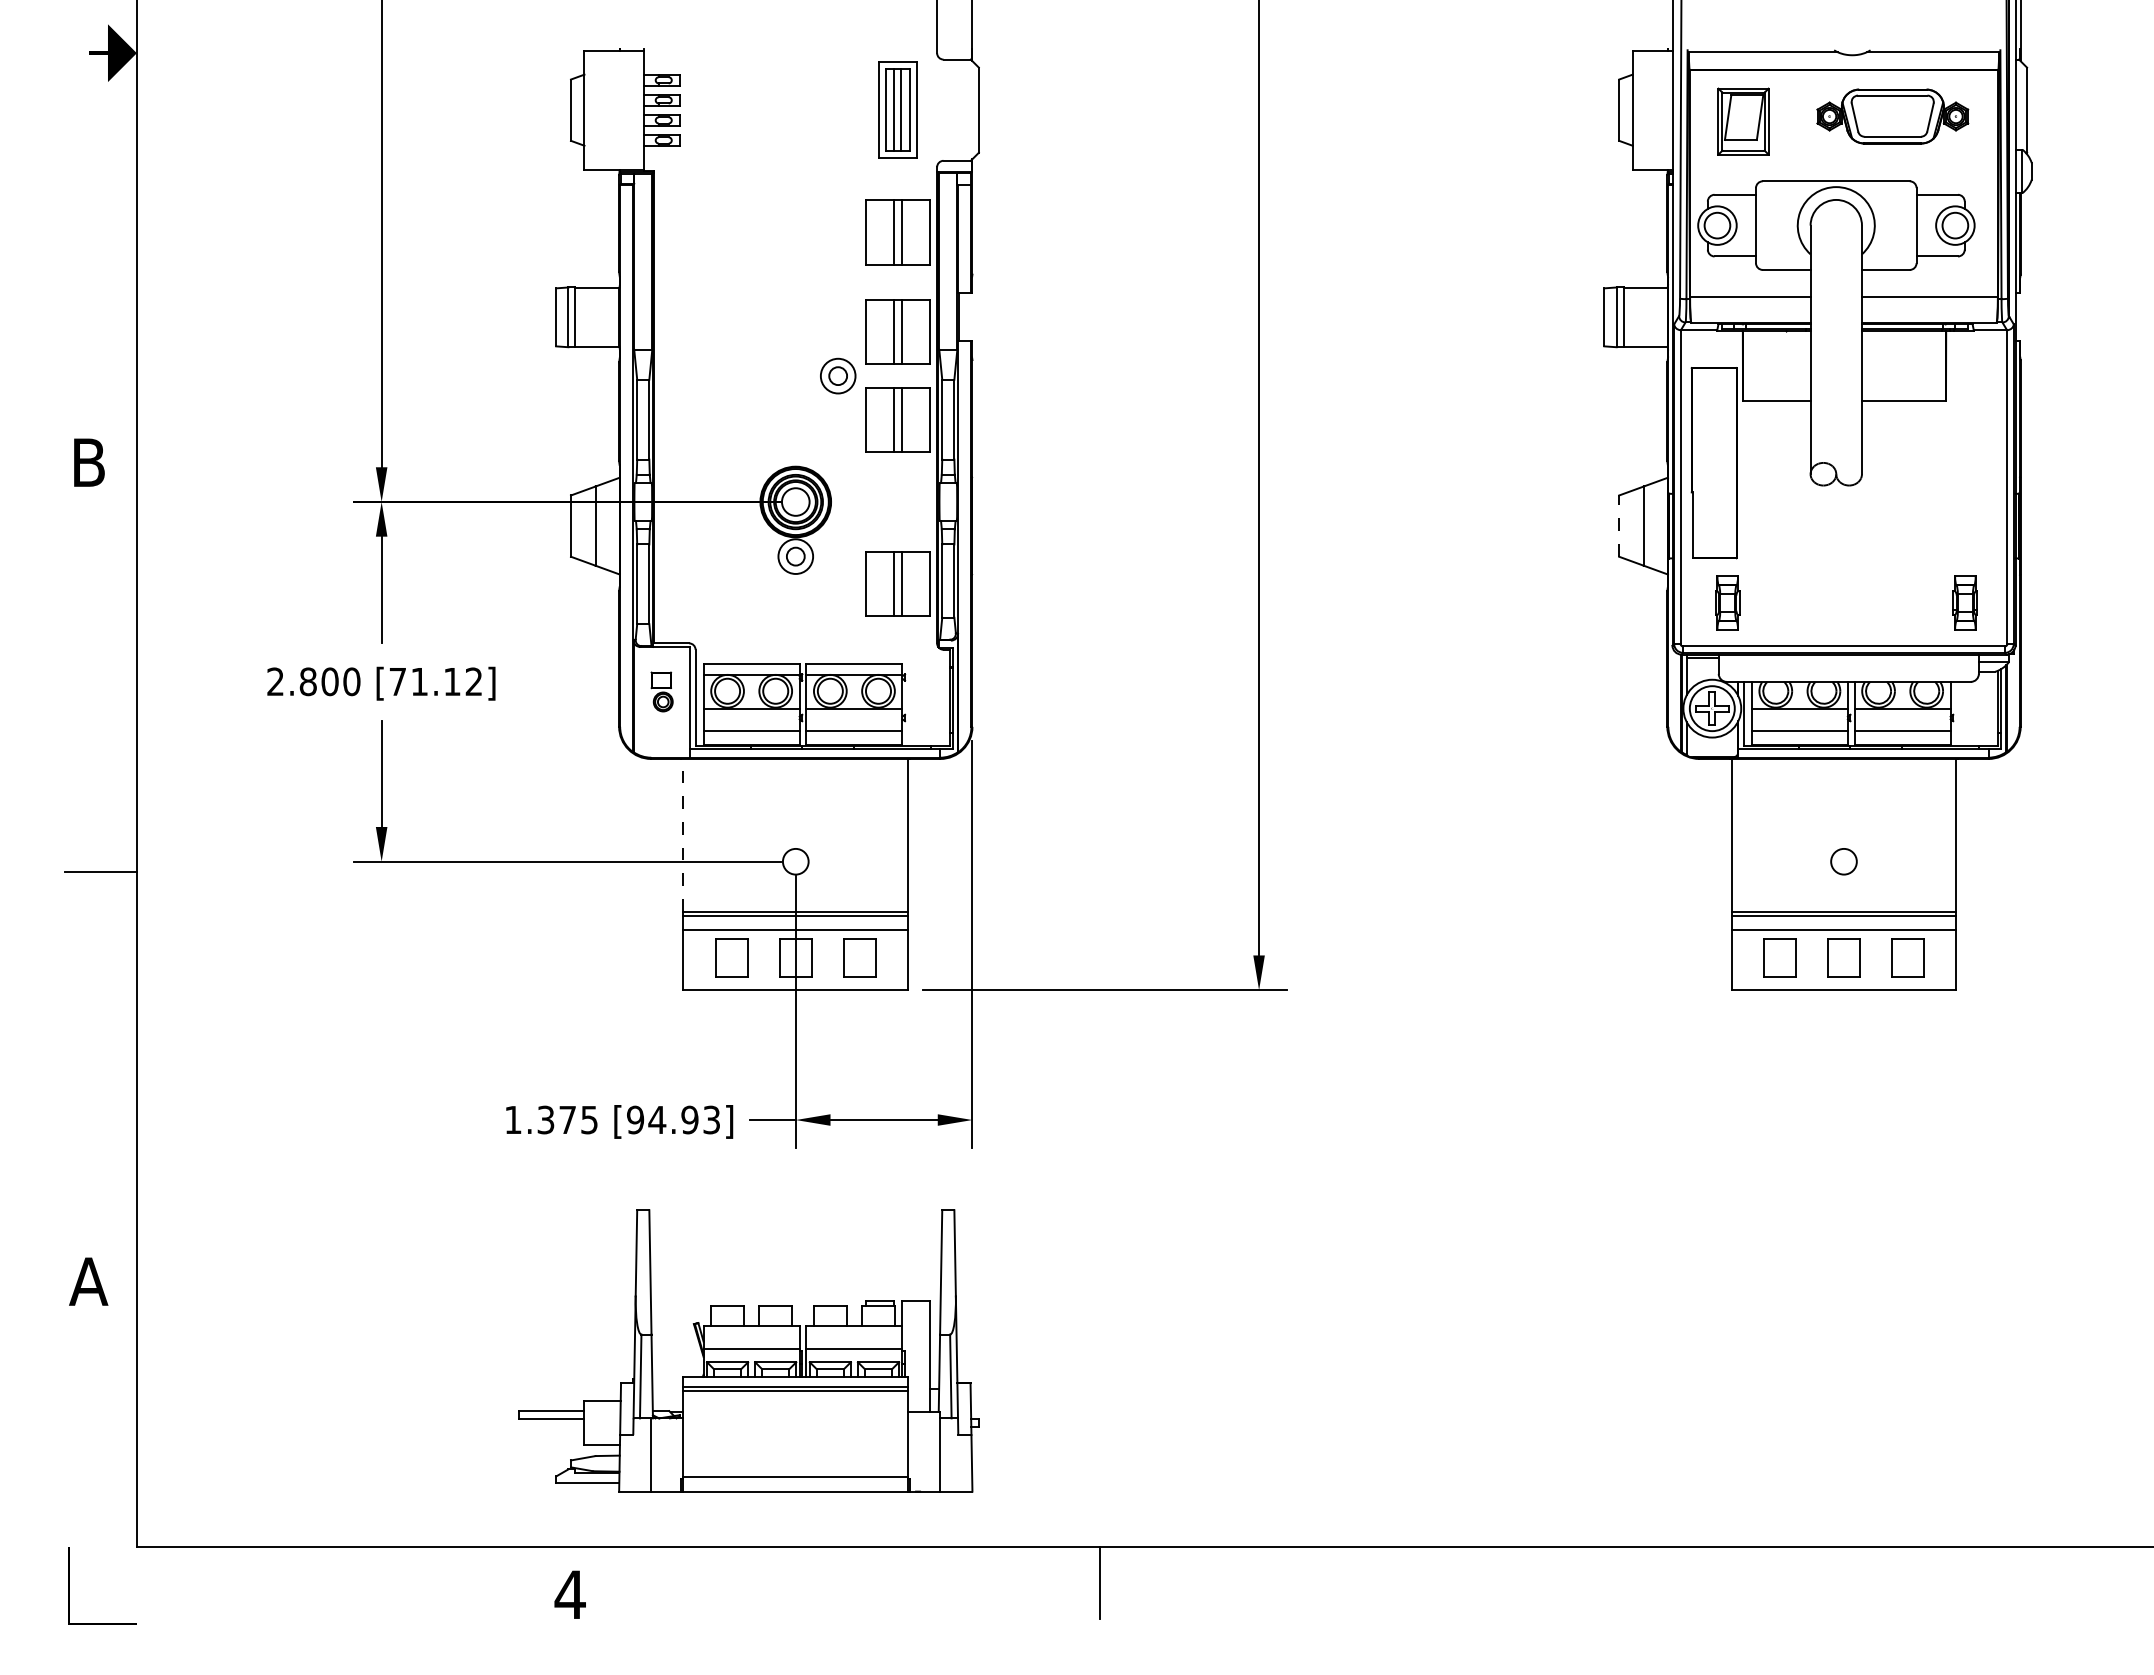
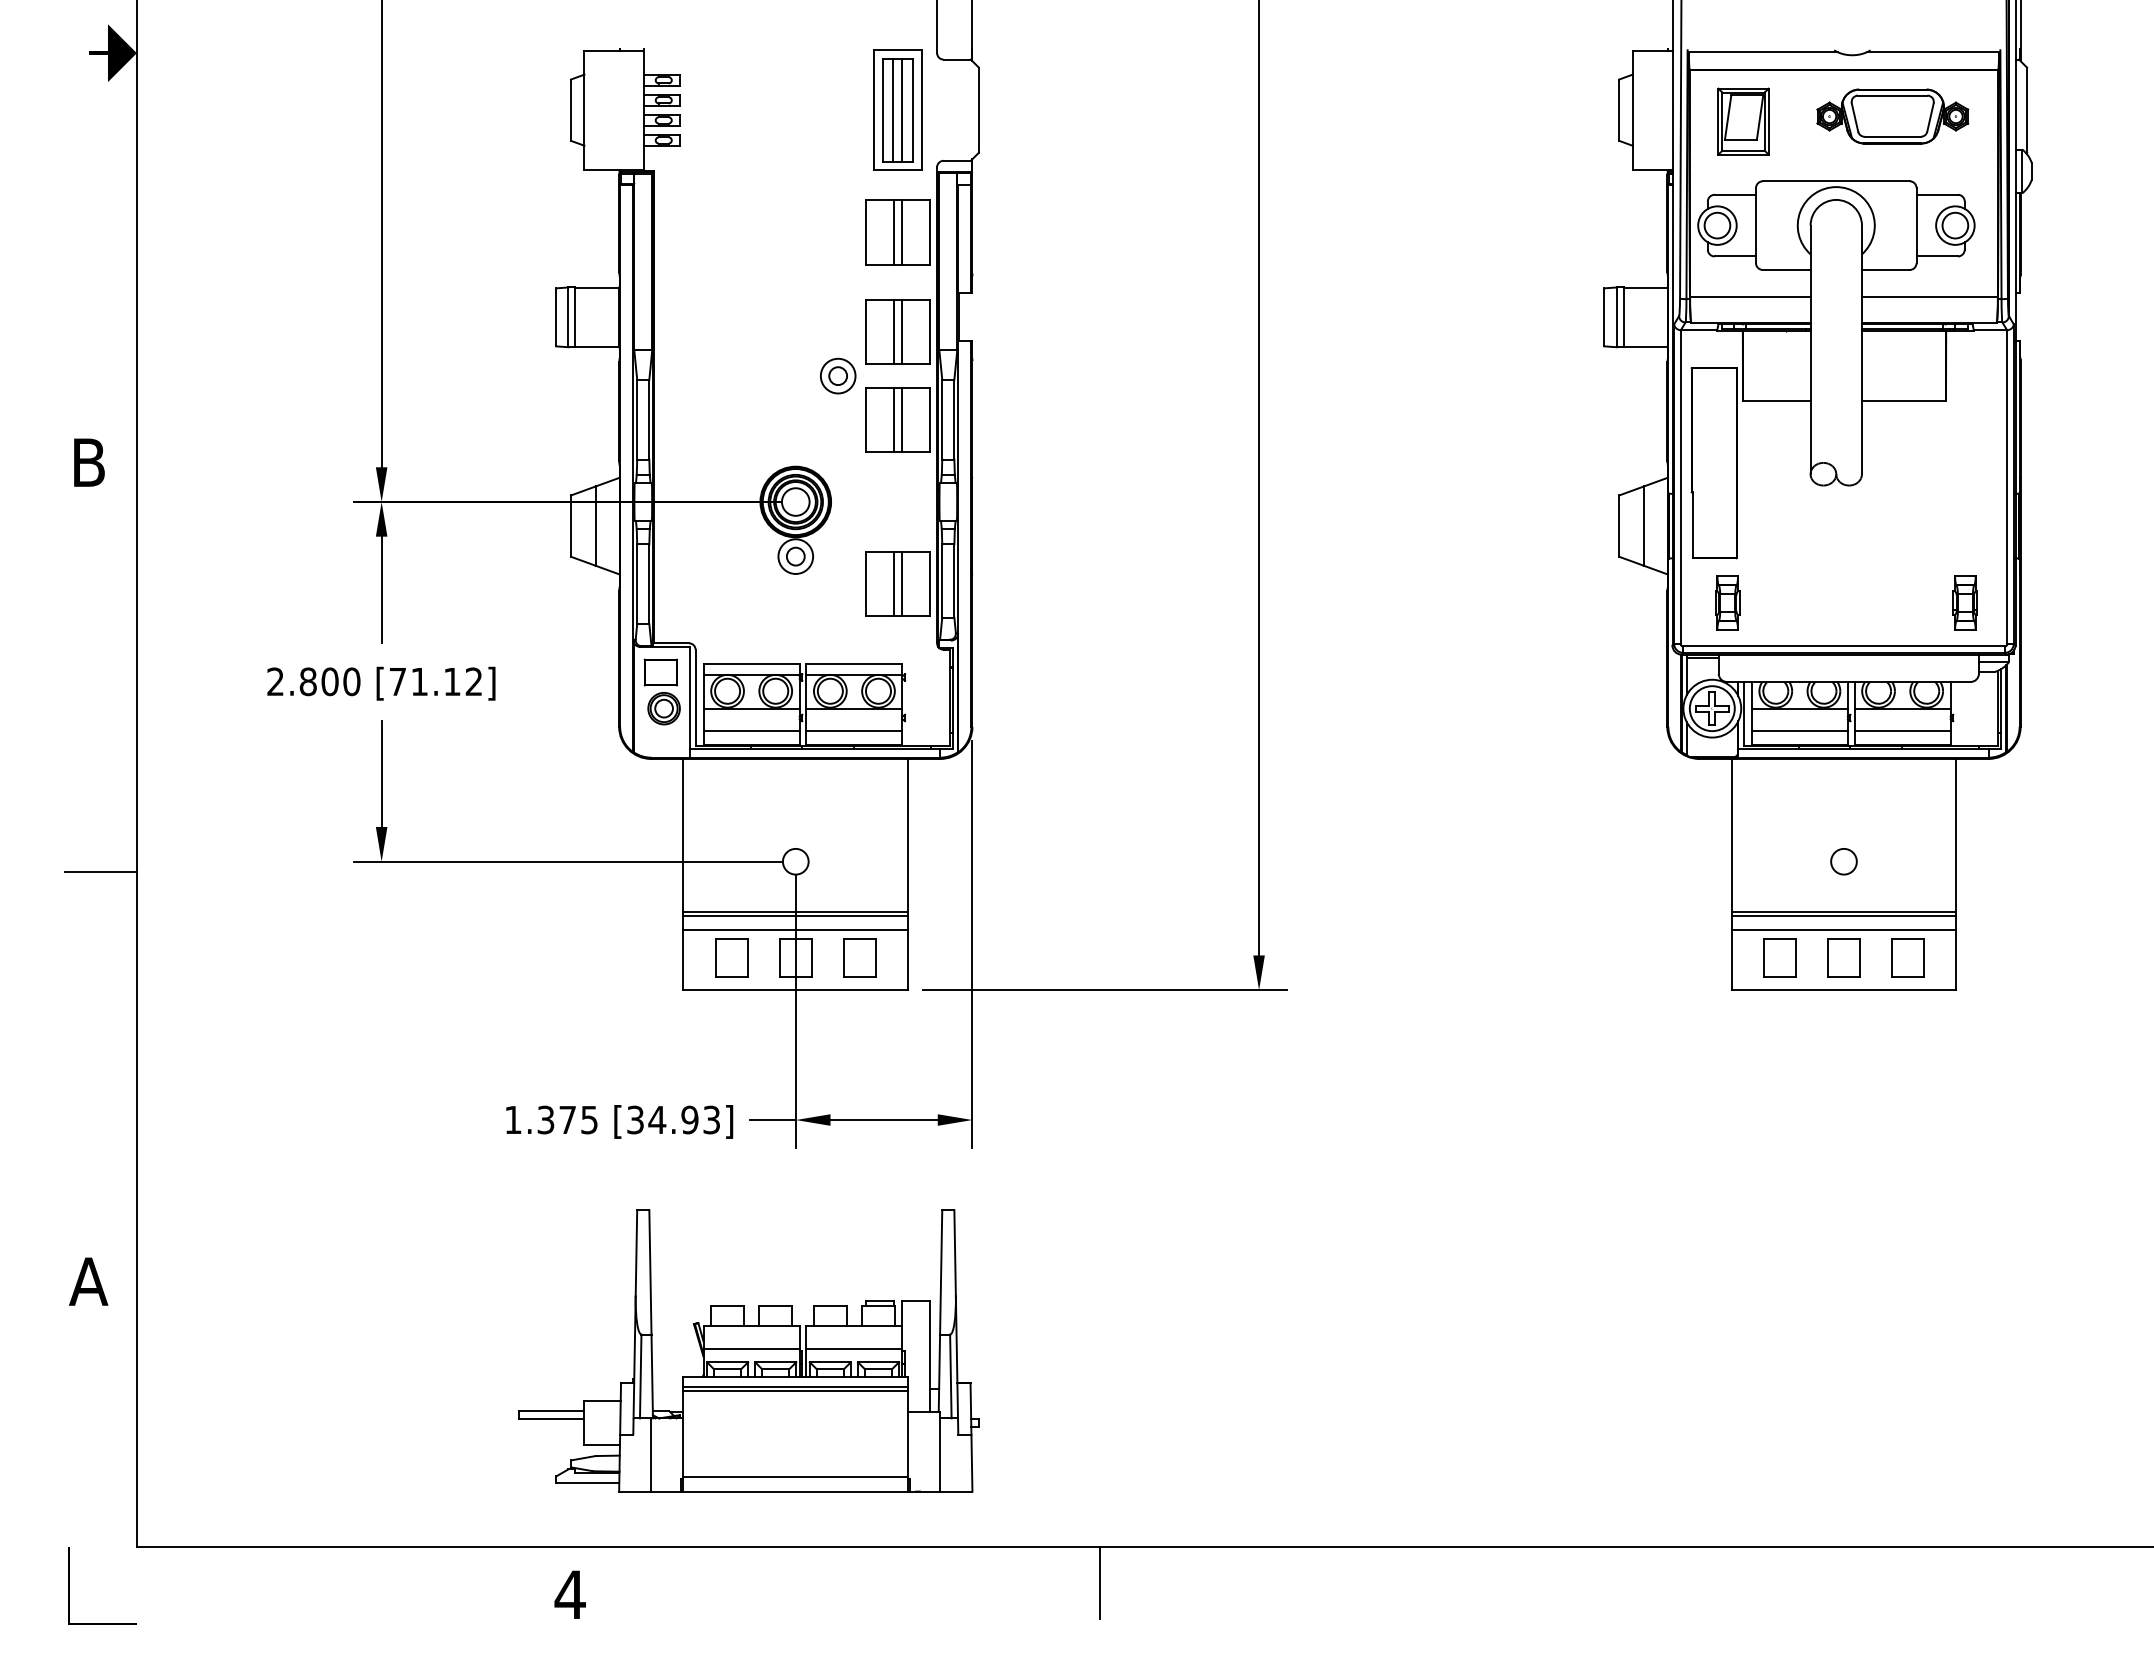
part at (897, 109) size: 40x98 px -> 50x122 px
line at (1619, 526): dashed -> solid
part at (661, 691) size: 24x42 px -> 38x68 px
line at (683, 835): dashed -> solid
text at (635, 1119): [94.93] -> [34.93]
